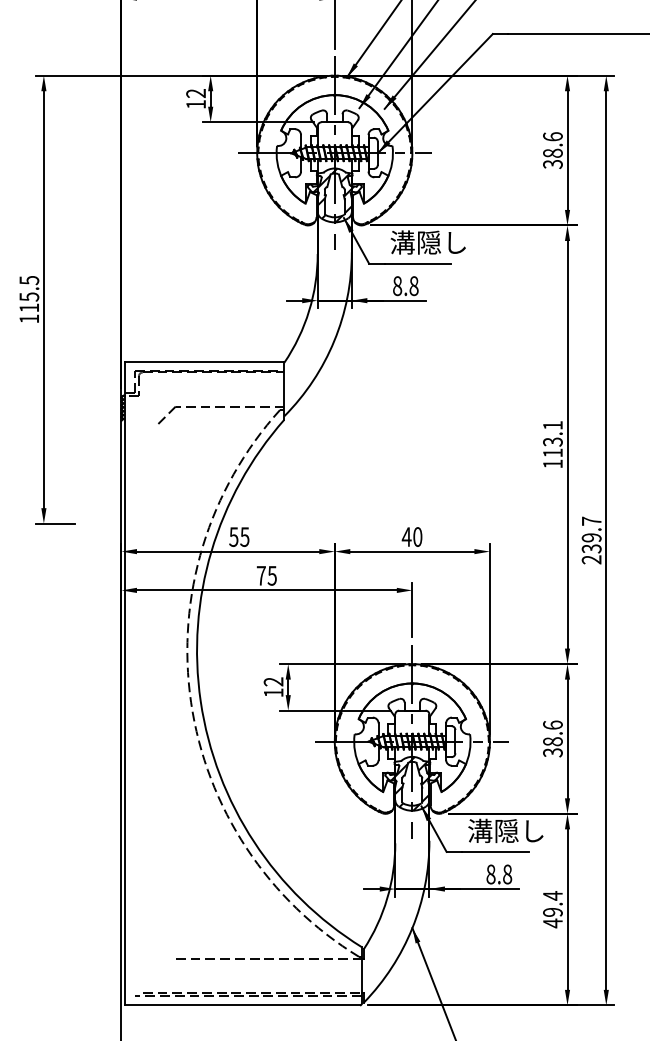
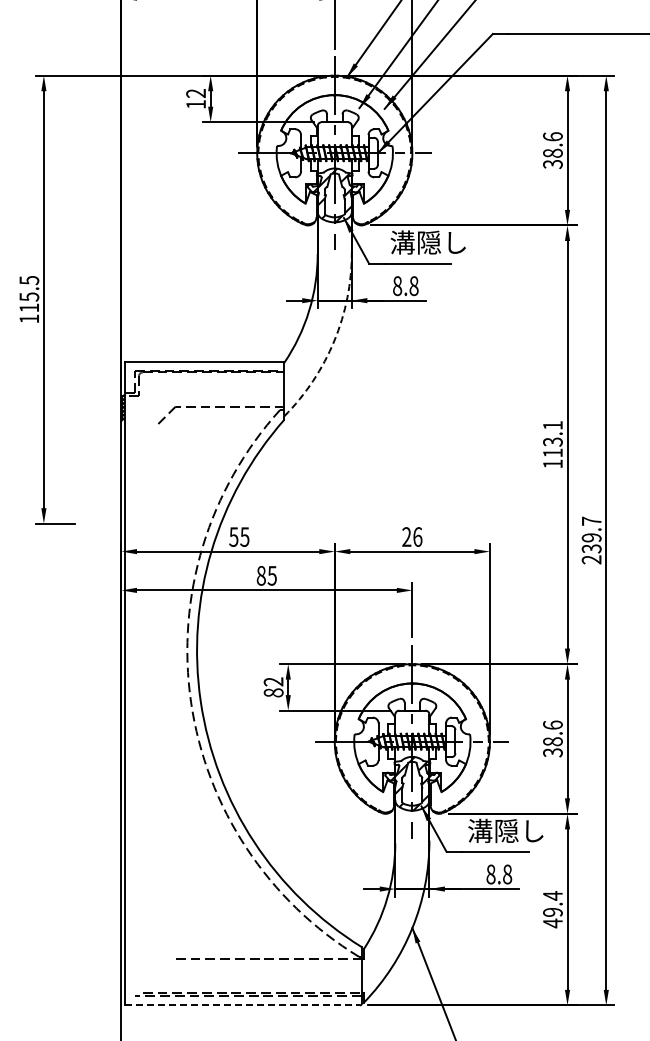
arc at (334, 341): solid -> dashed
text at (411, 536): 40 -> 26
text at (260, 575): 75 -> 85
text at (273, 692): 12 -> 82
line at (243, 1005): solid -> dashed
